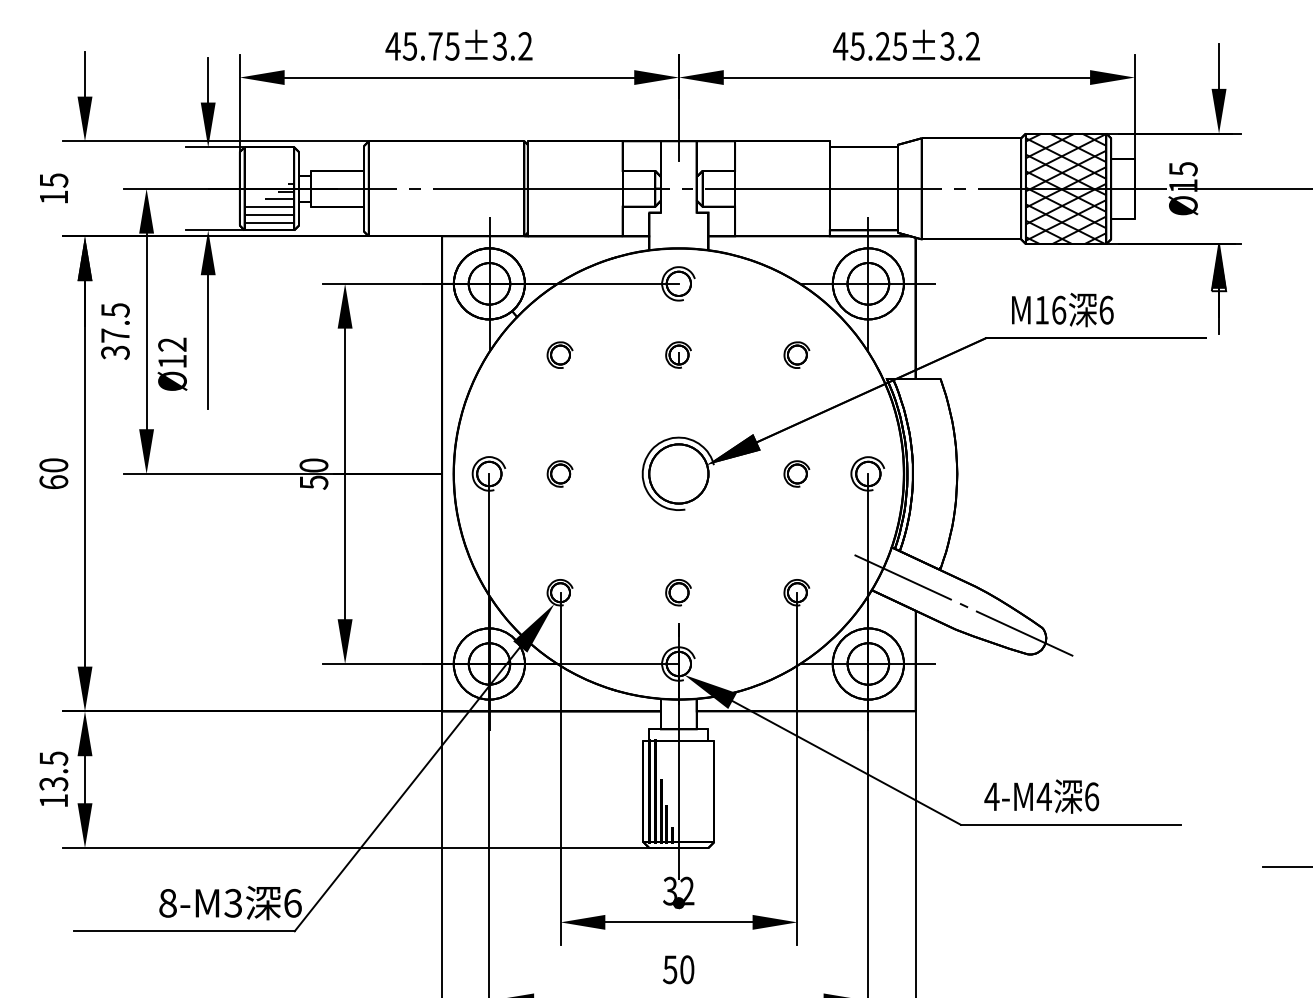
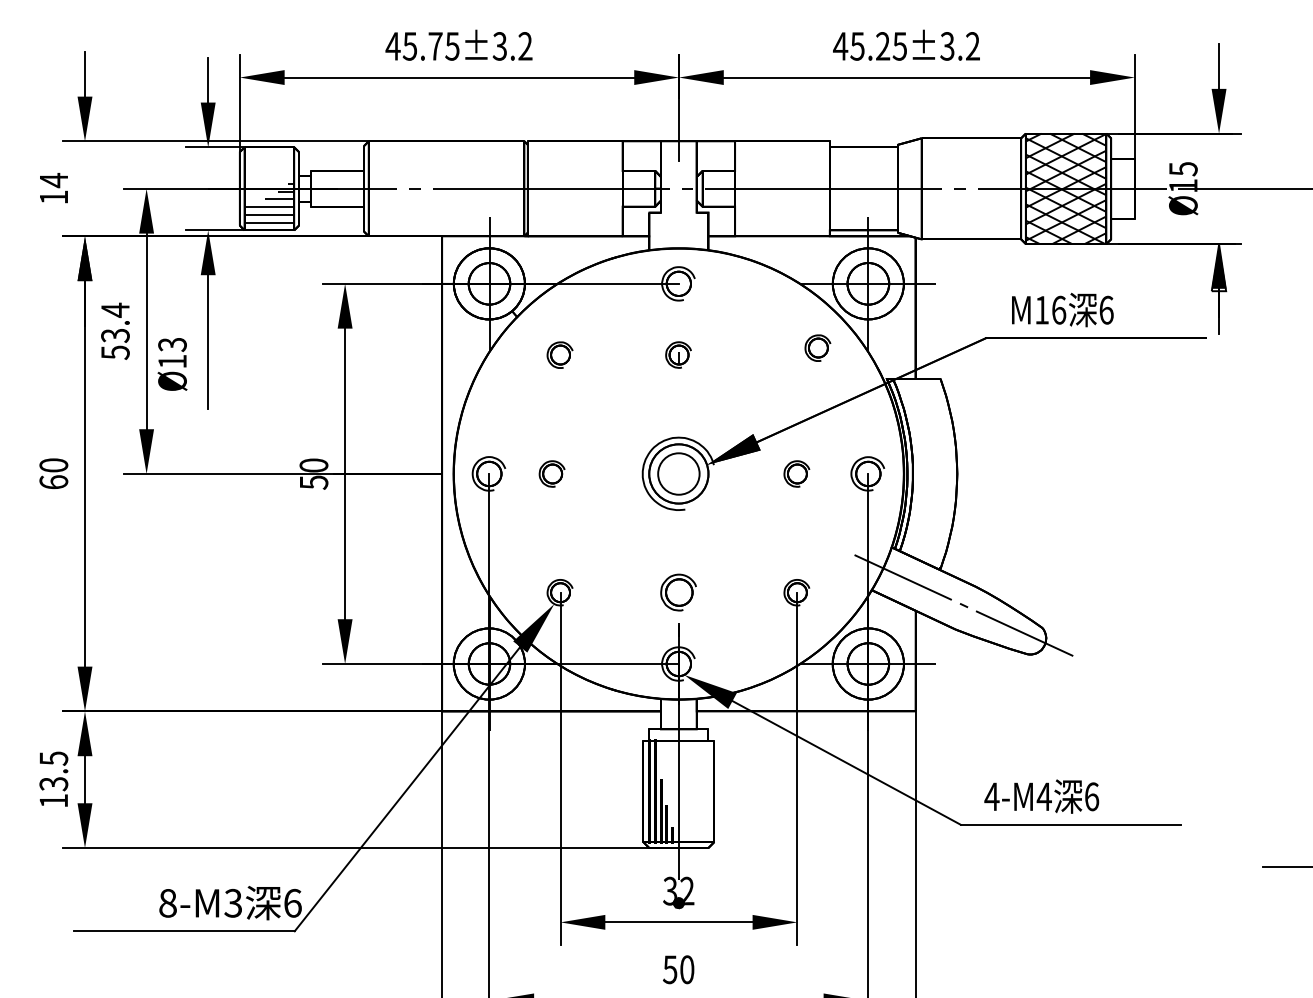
text at (54, 180): 15 -> 14
text at (115, 330): 37.5 -> 53.4
text at (172, 344): Ø12 -> Ø13
part at (796, 354) position: (796, 354) -> (817, 347)
part at (559, 473) position: (559, 473) -> (551, 473)
circle at (678, 473) diameter: 59 px -> 41 px
part at (678, 592) size: 27x28 px -> 37x39 px
